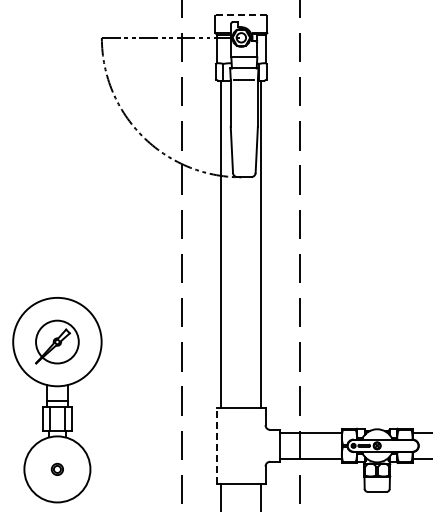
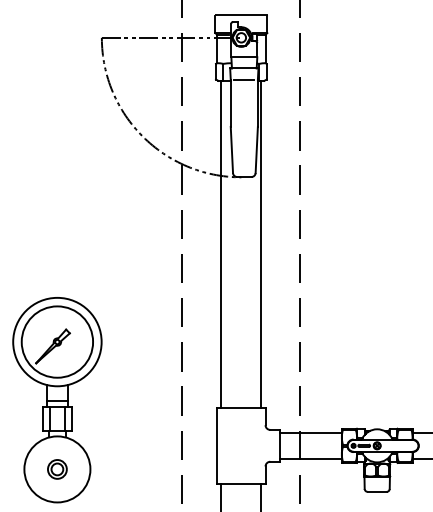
line at (241, 15): dashed -> solid
circle at (57, 341) diameter: 43 px -> 71 px
line at (217, 445): dashed -> solid
part at (56, 468) size: 14x14 px -> 21x21 px
